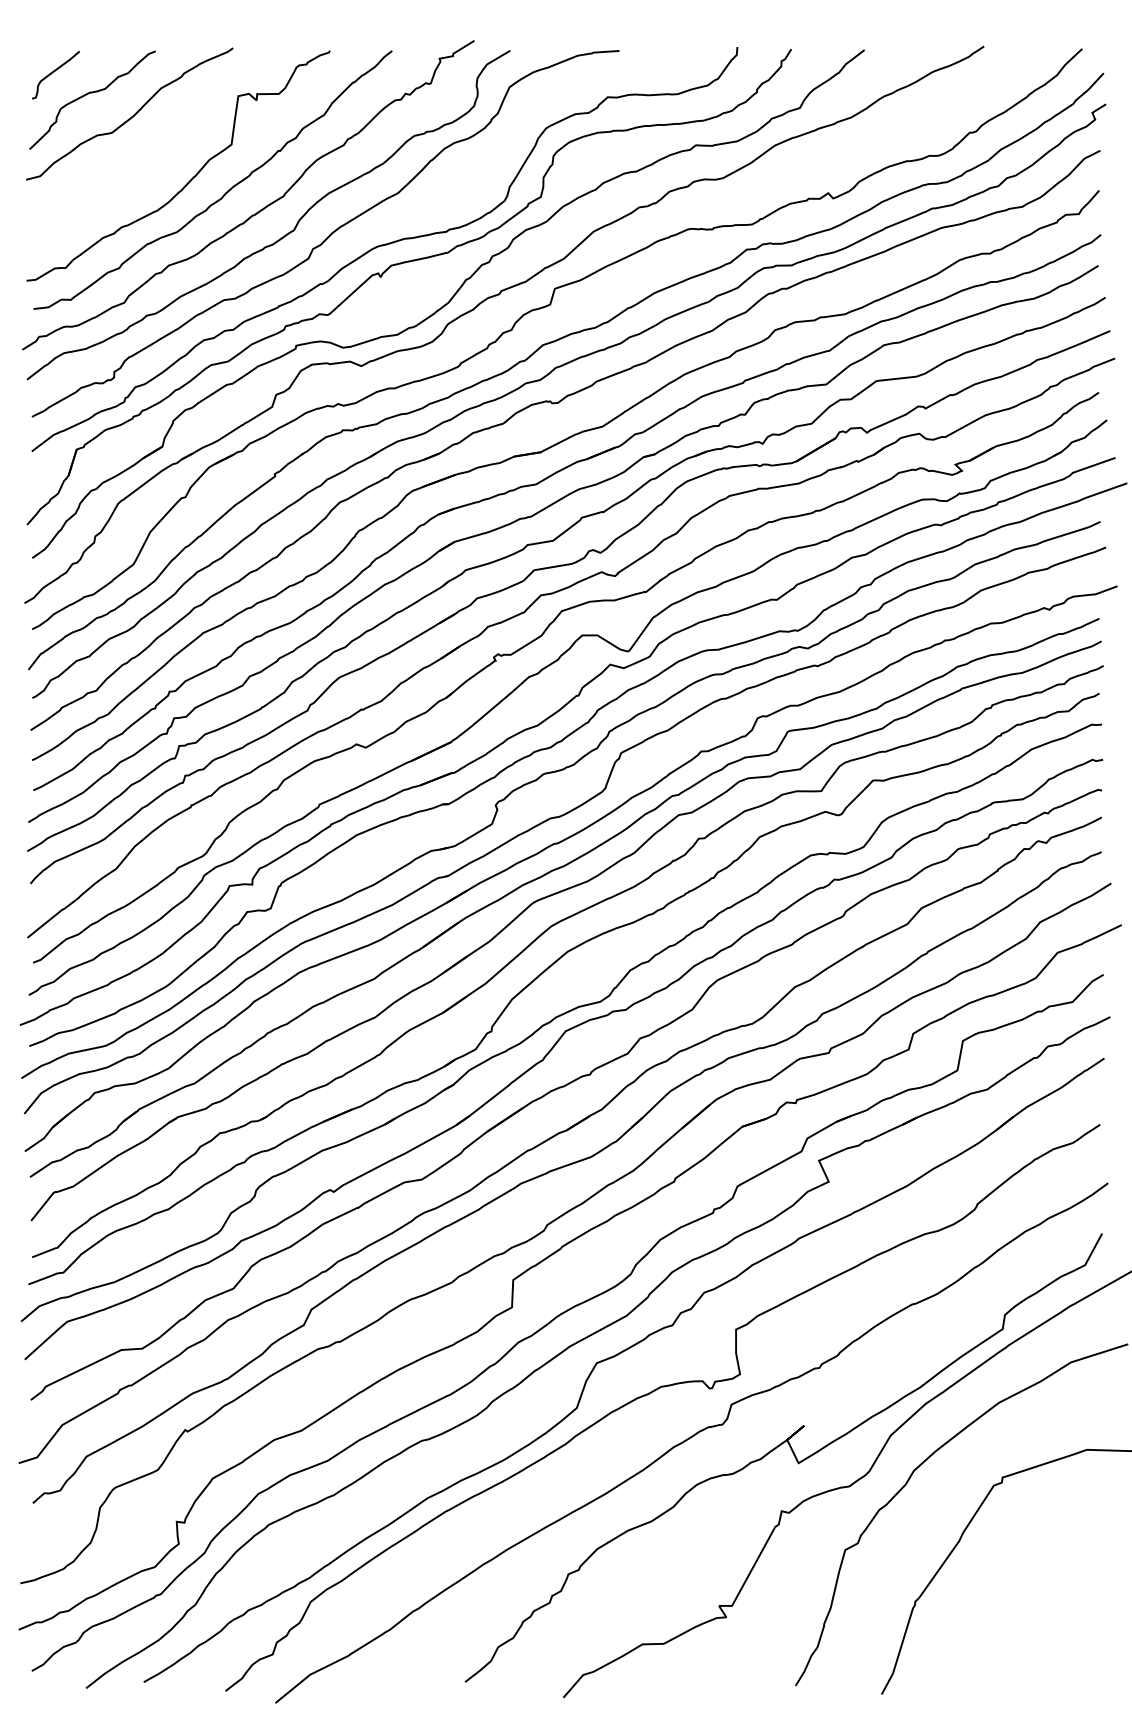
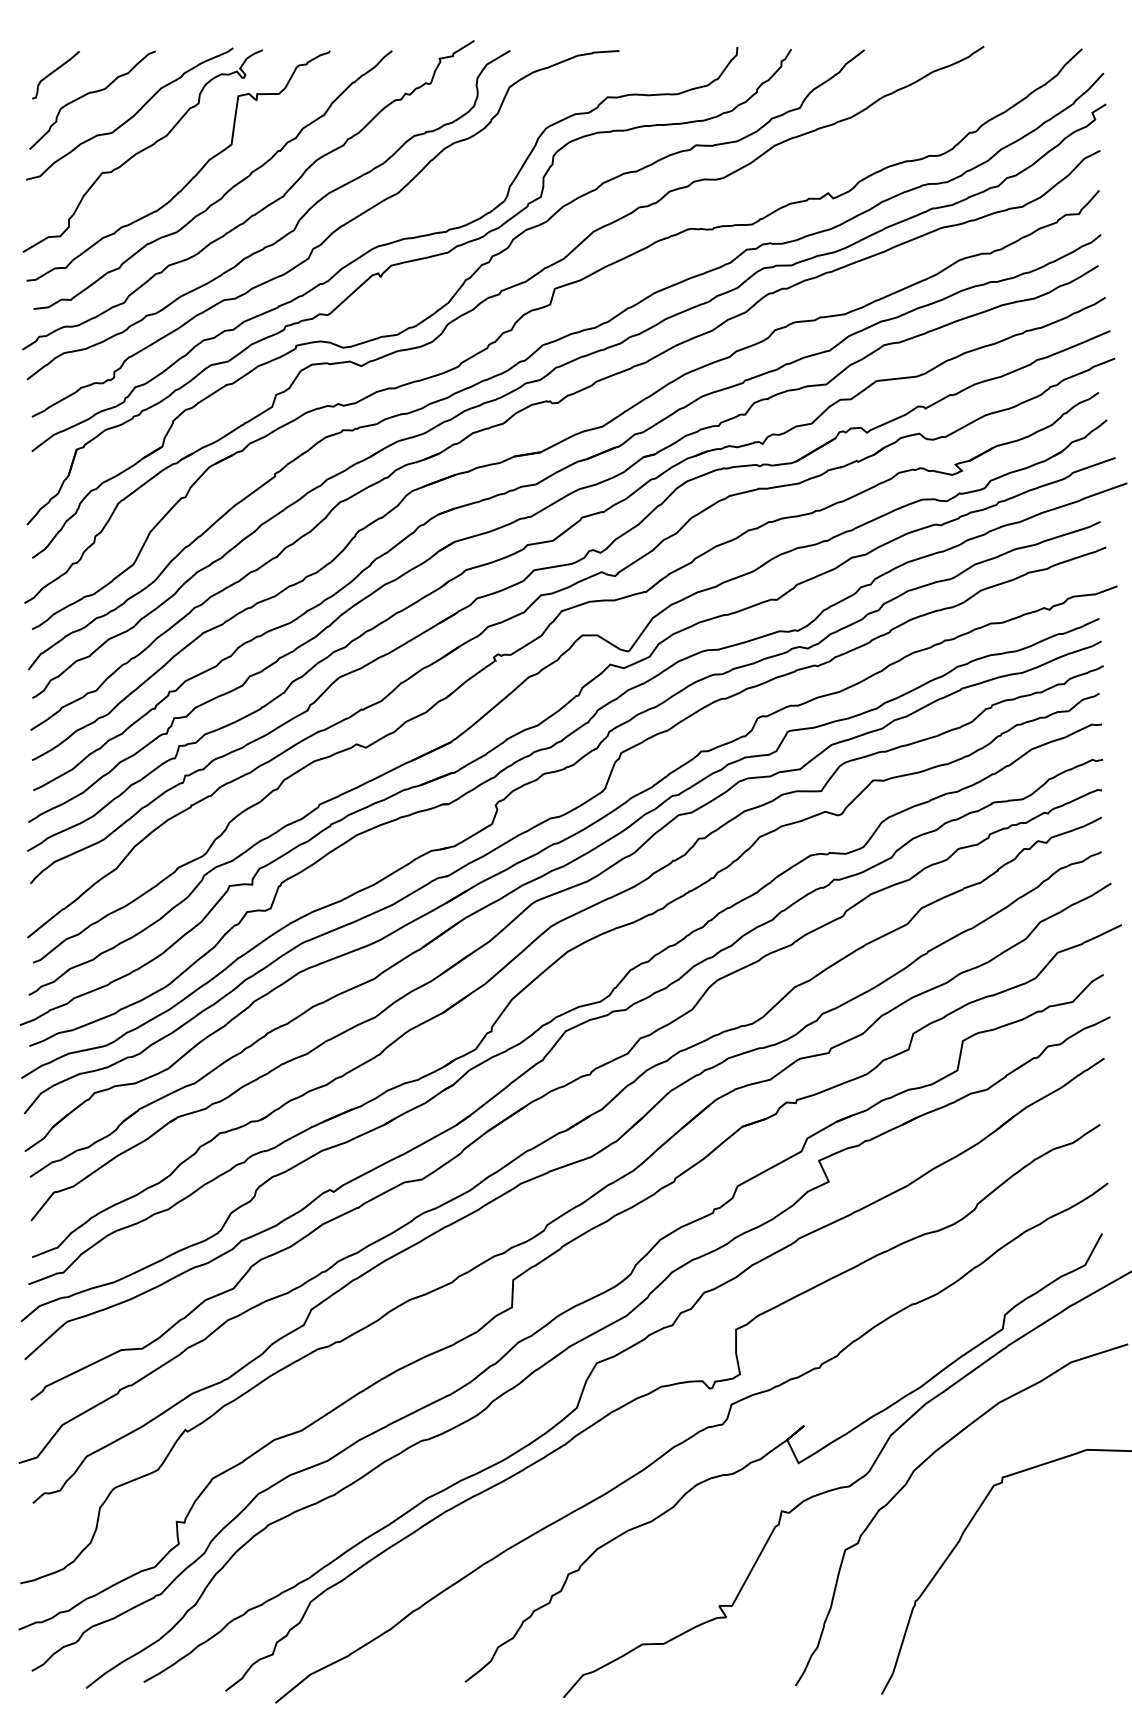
curve at (142, 150): none -> present
